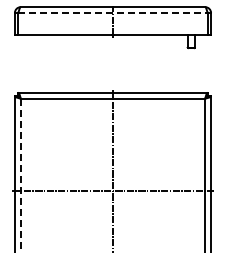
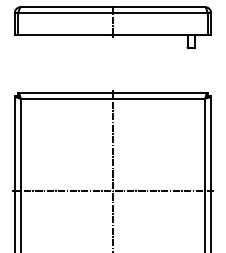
line at (112, 13): dashed -> solid
line at (20, 175): dashed -> solid
